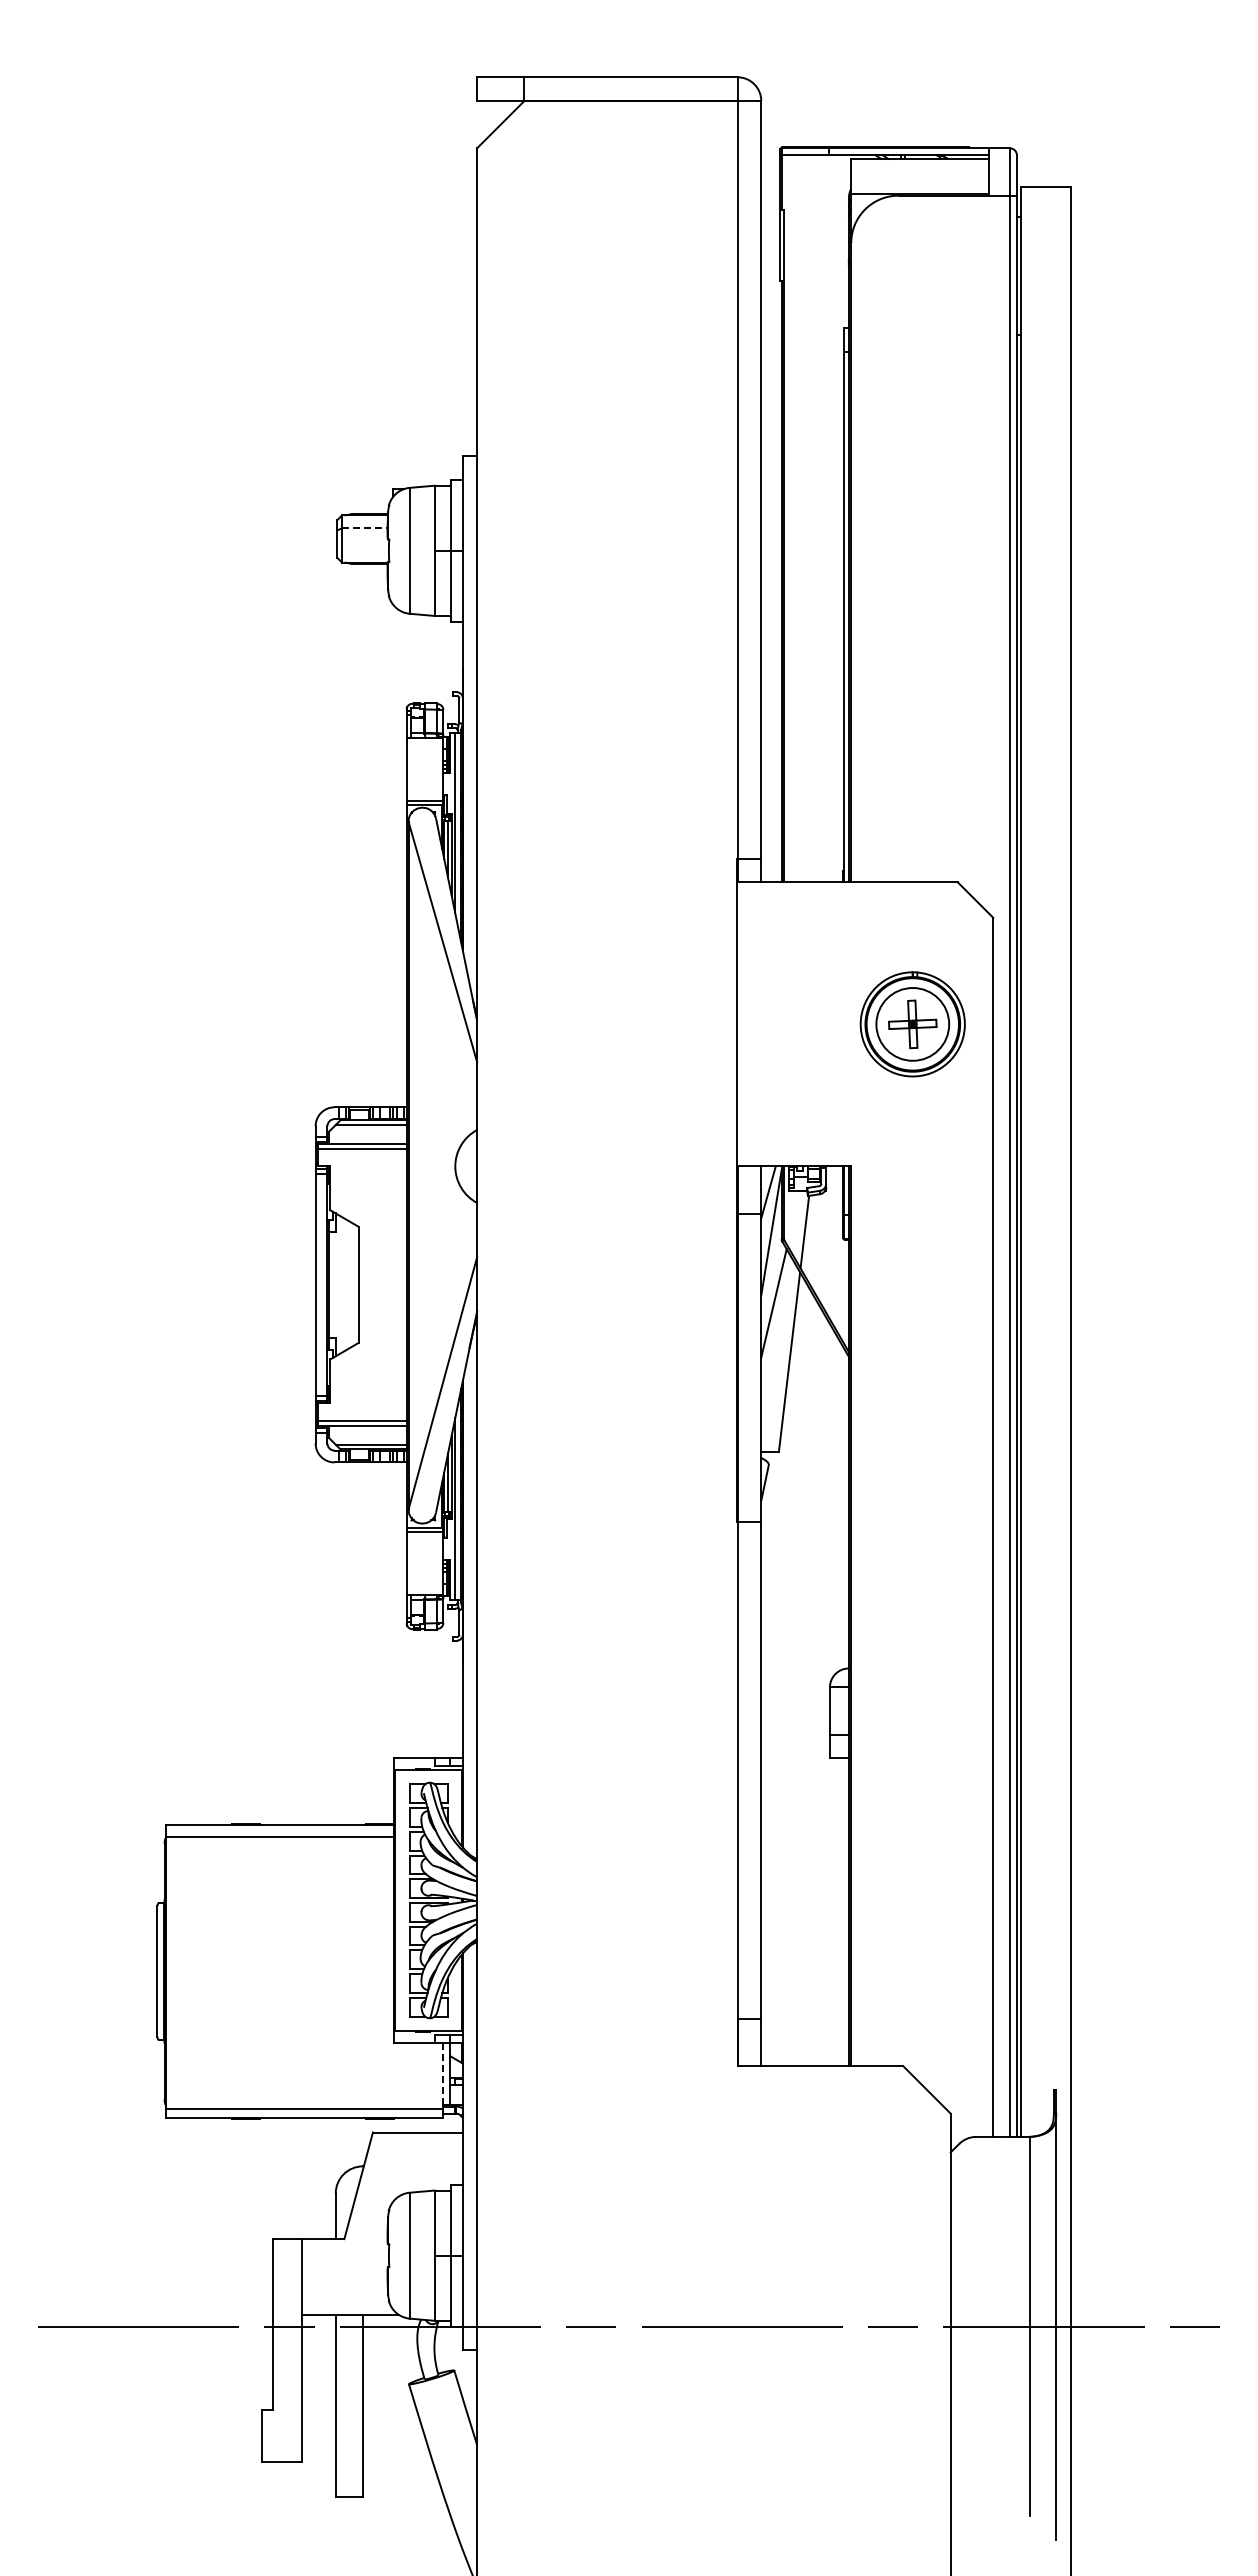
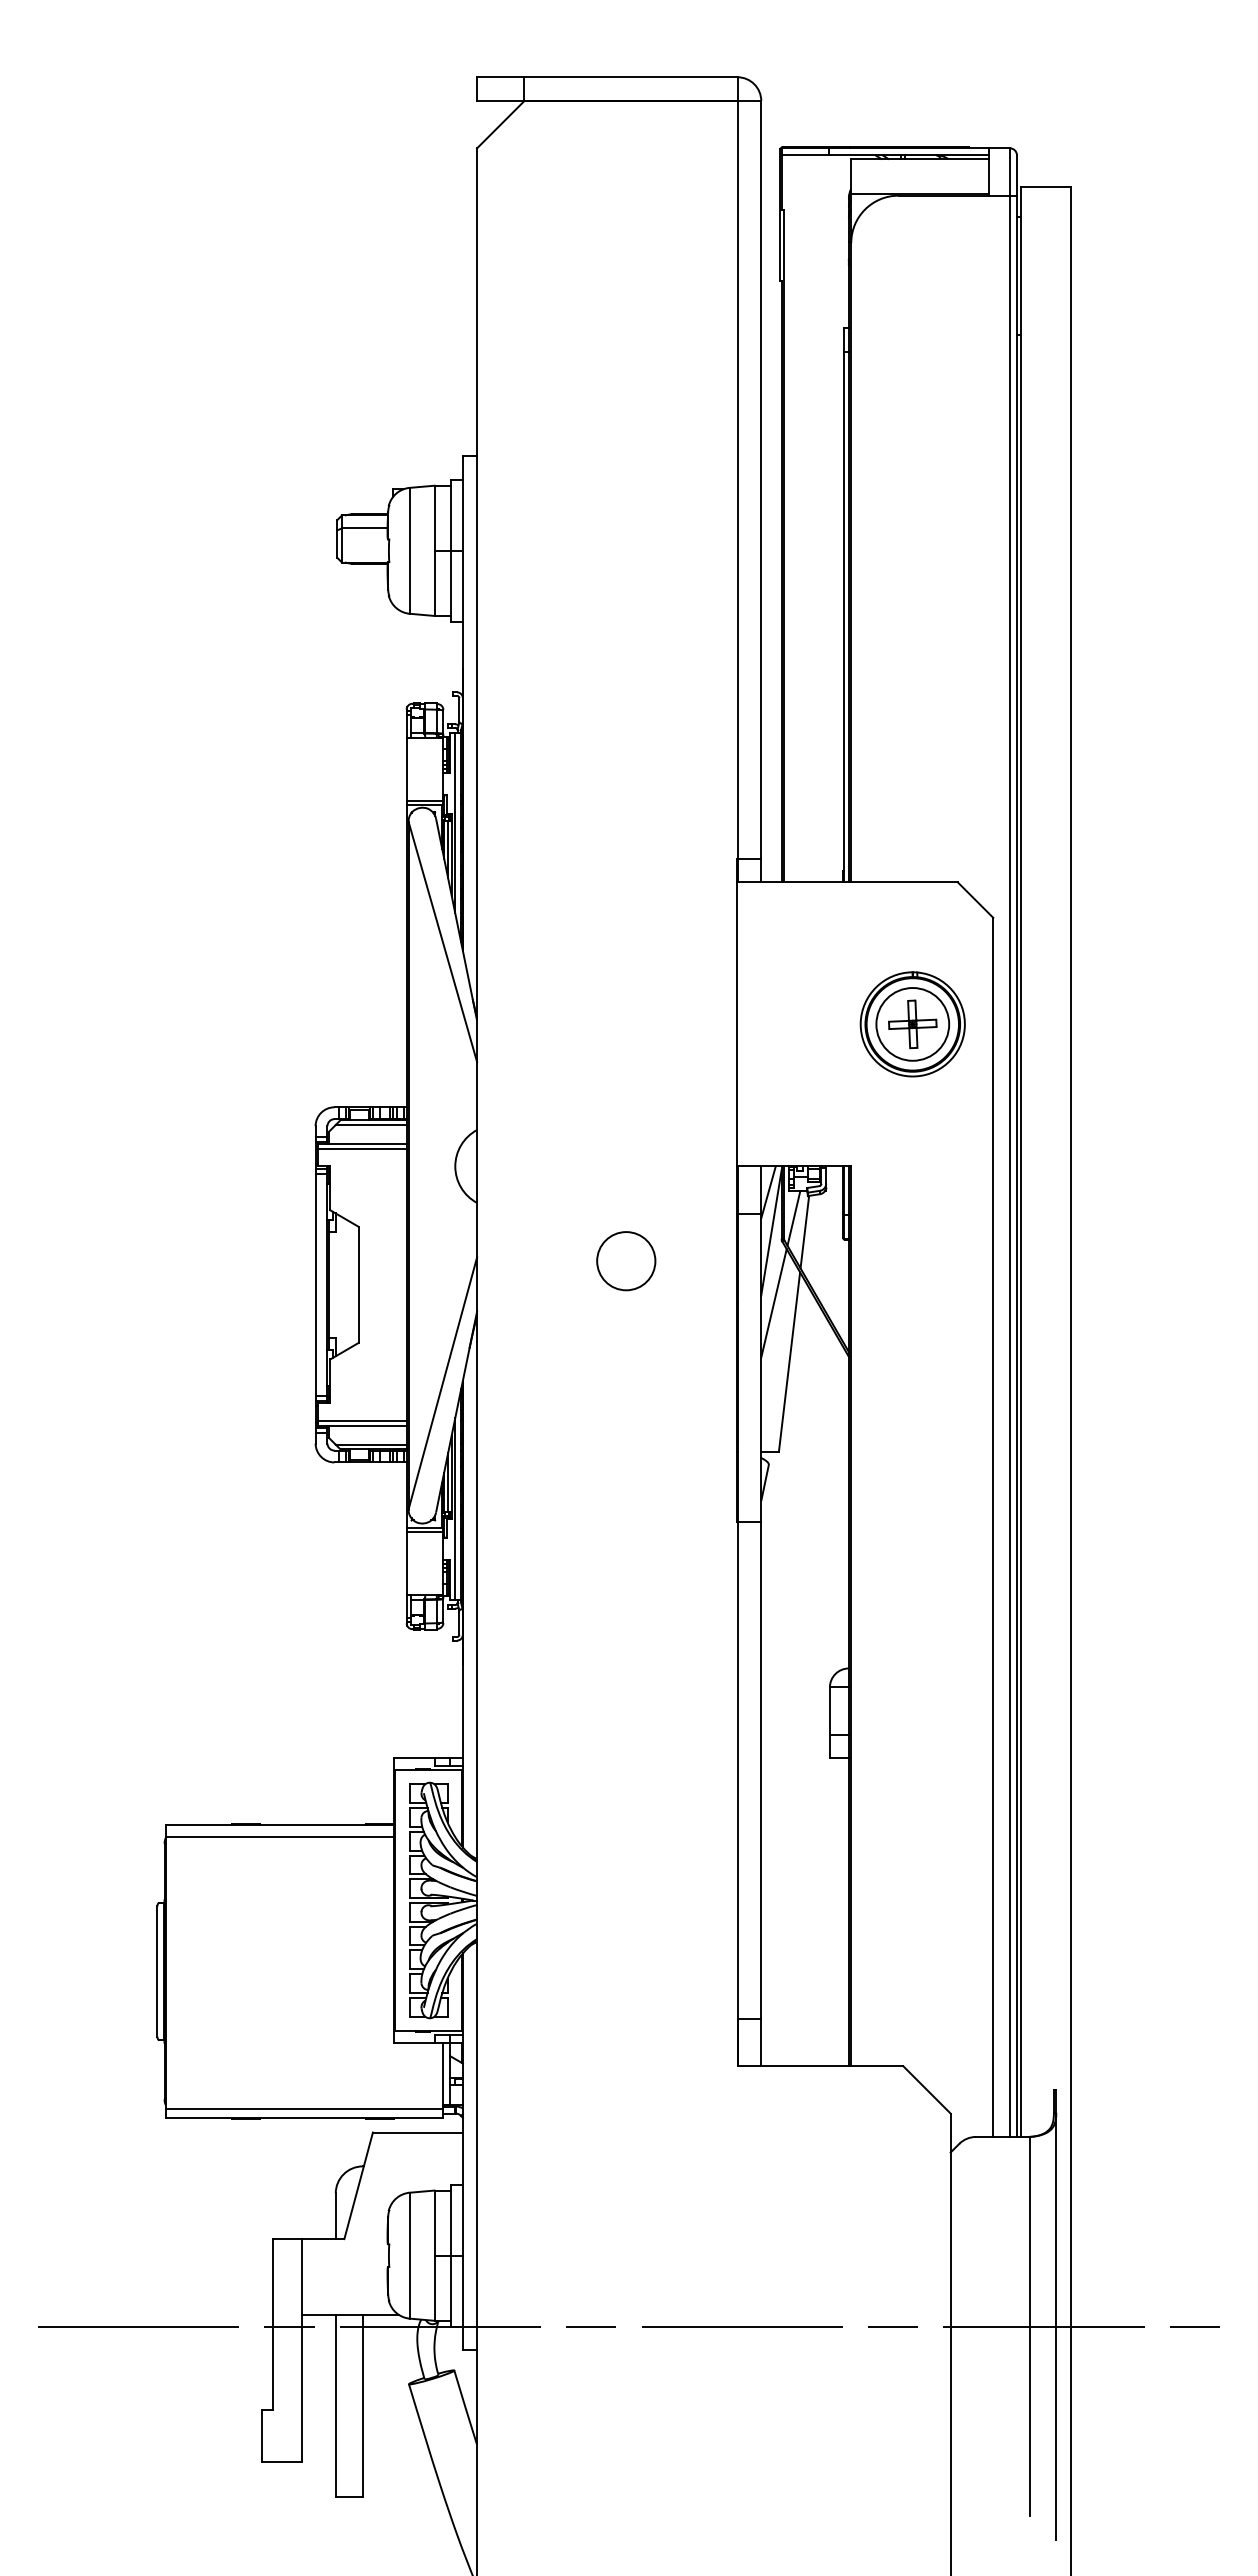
line at (364, 528): dashed -> solid
line at (793, 1218): none -> present
circle at (626, 1261): none -> present
line at (442, 2076): dashed -> solid
